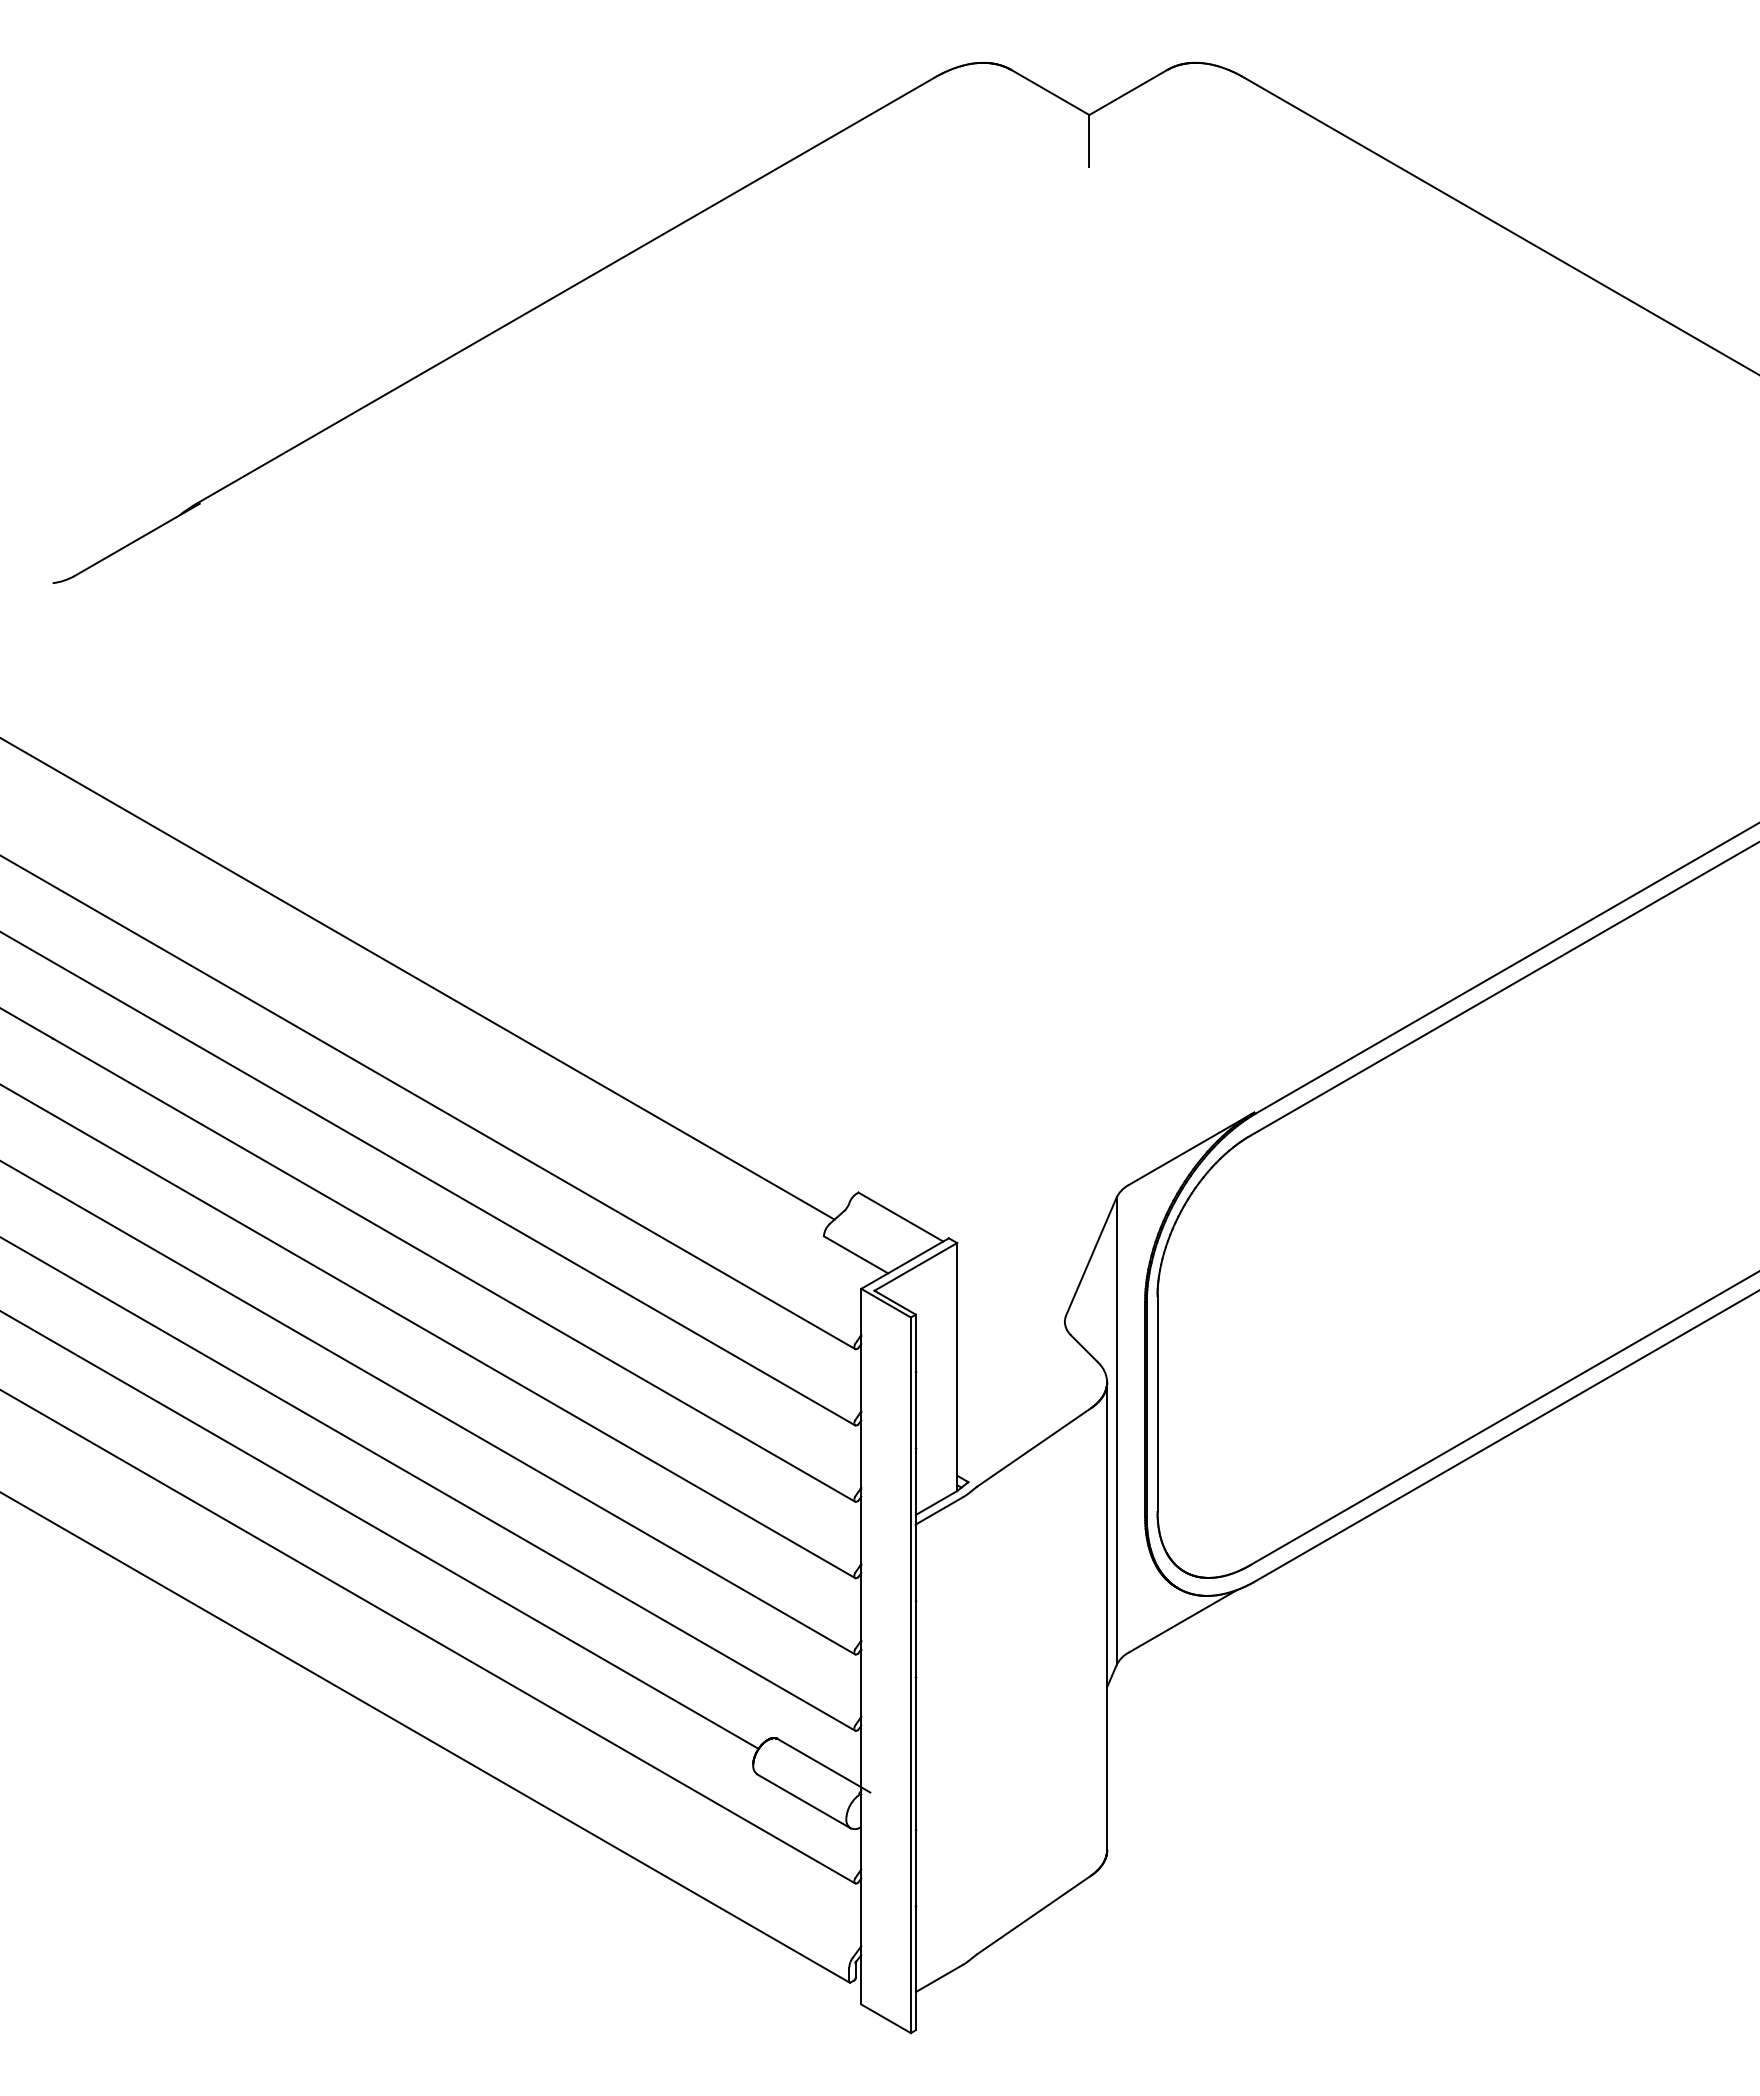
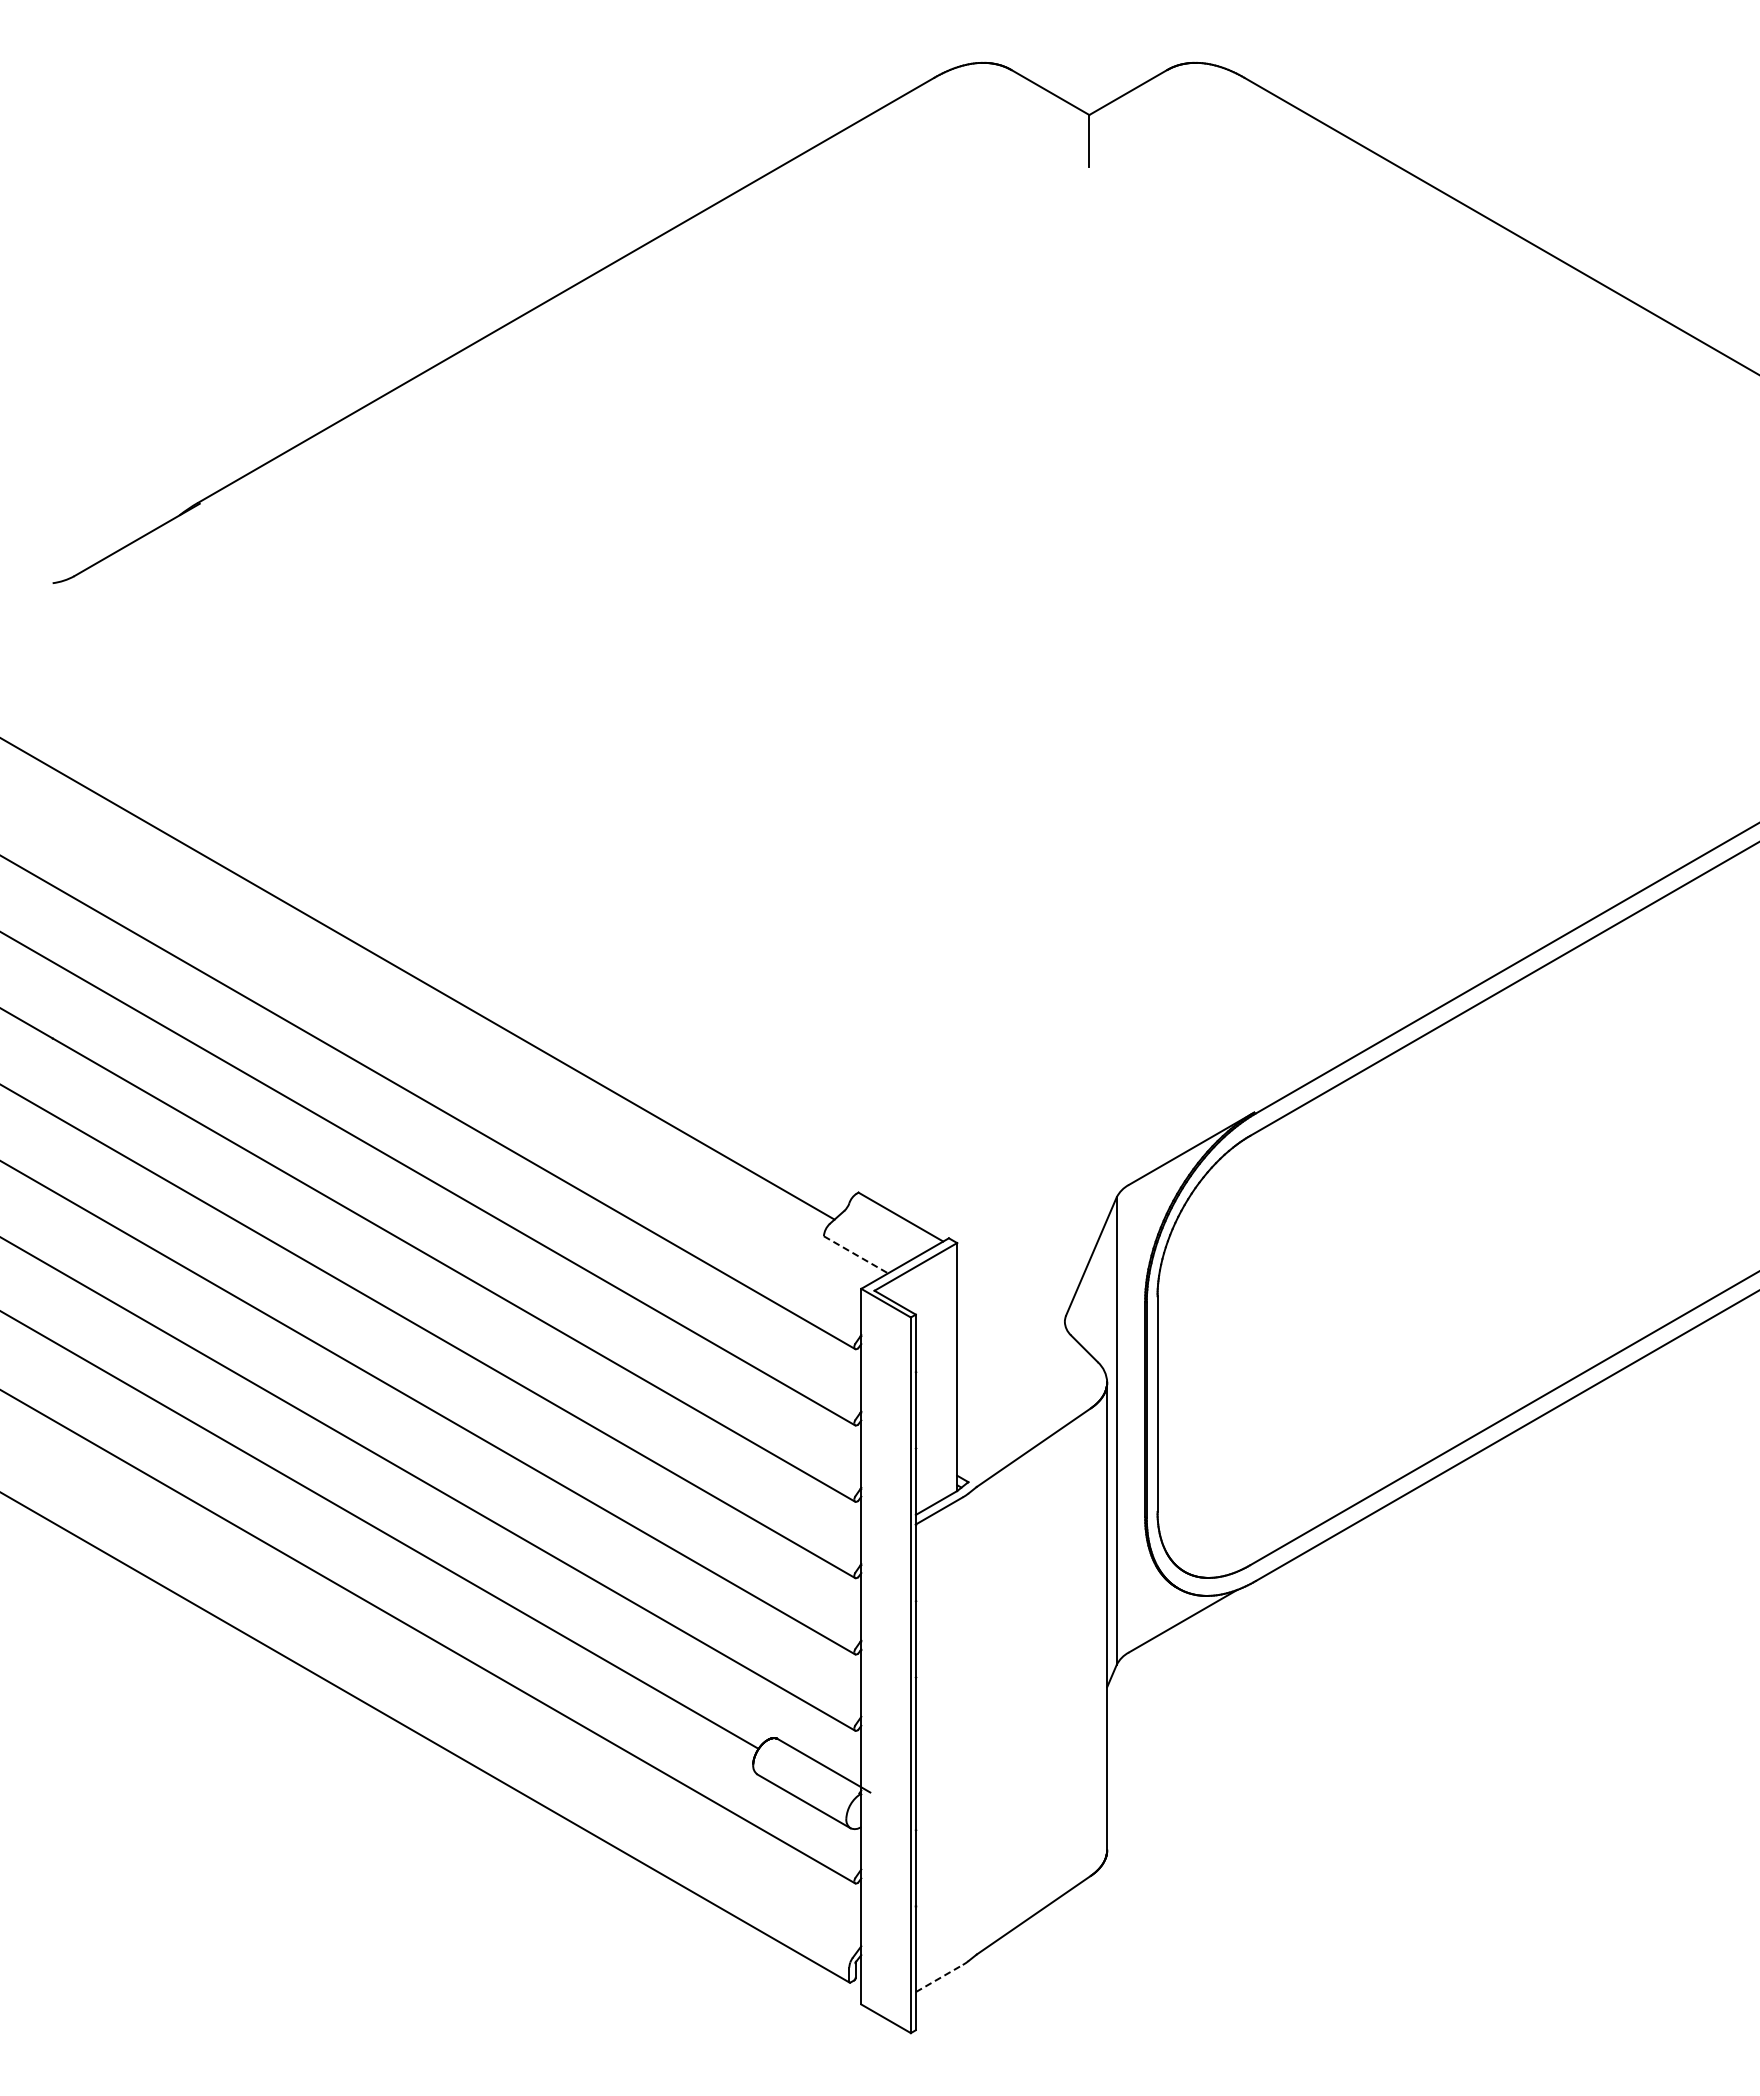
line at (856, 1255): solid -> dashed
line at (939, 1978): solid -> dashed
